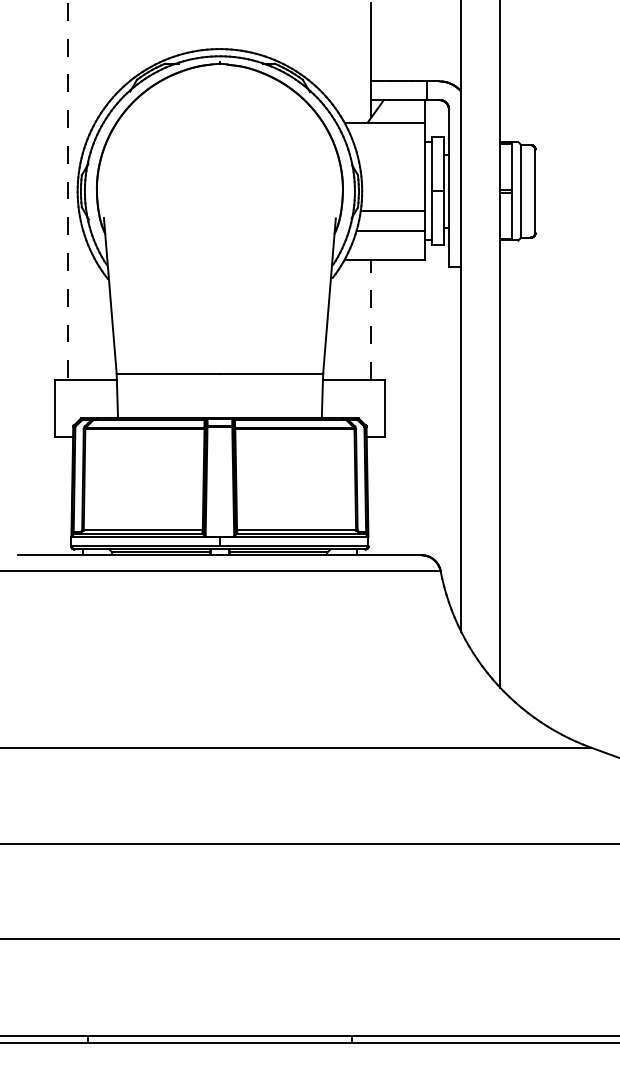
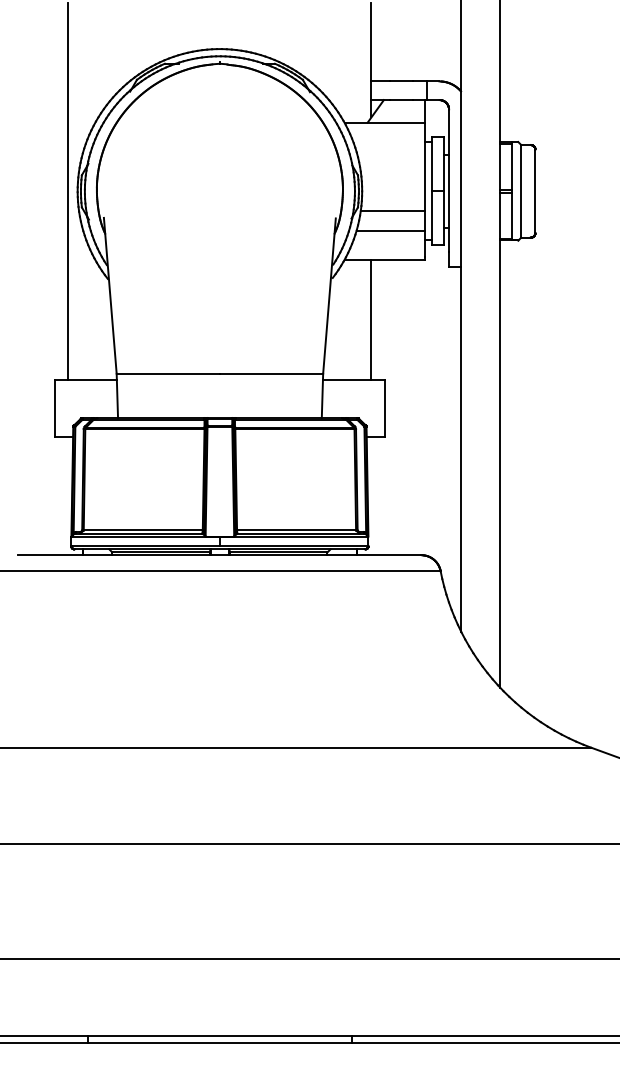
line at (68, 191): dashed -> solid
line at (371, 319): dashed -> solid
line at (309, 938) position: (309, 938) -> (309, 958)
